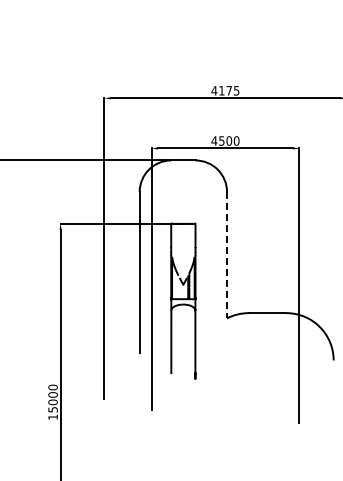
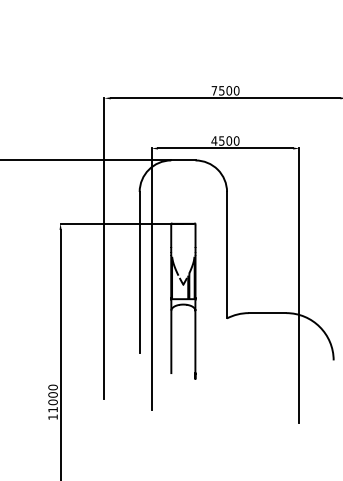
text at (225, 90): 4175 -> 7500
line at (227, 255): dashed -> solid
text at (52, 409): 15000 -> 11000
